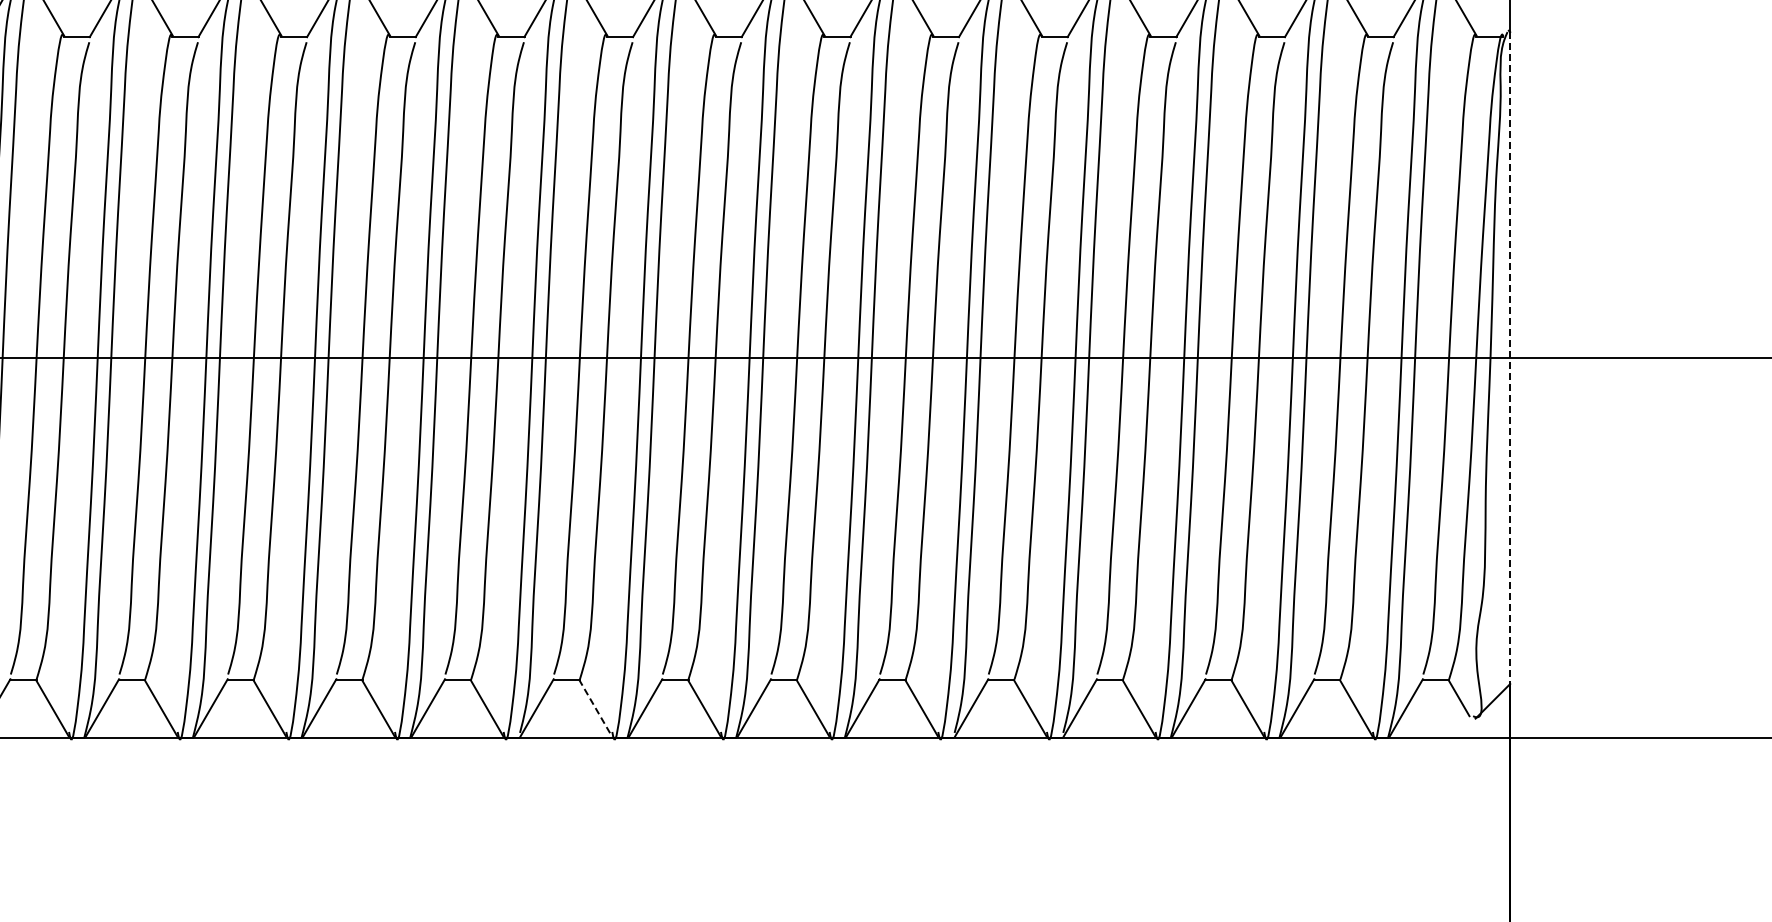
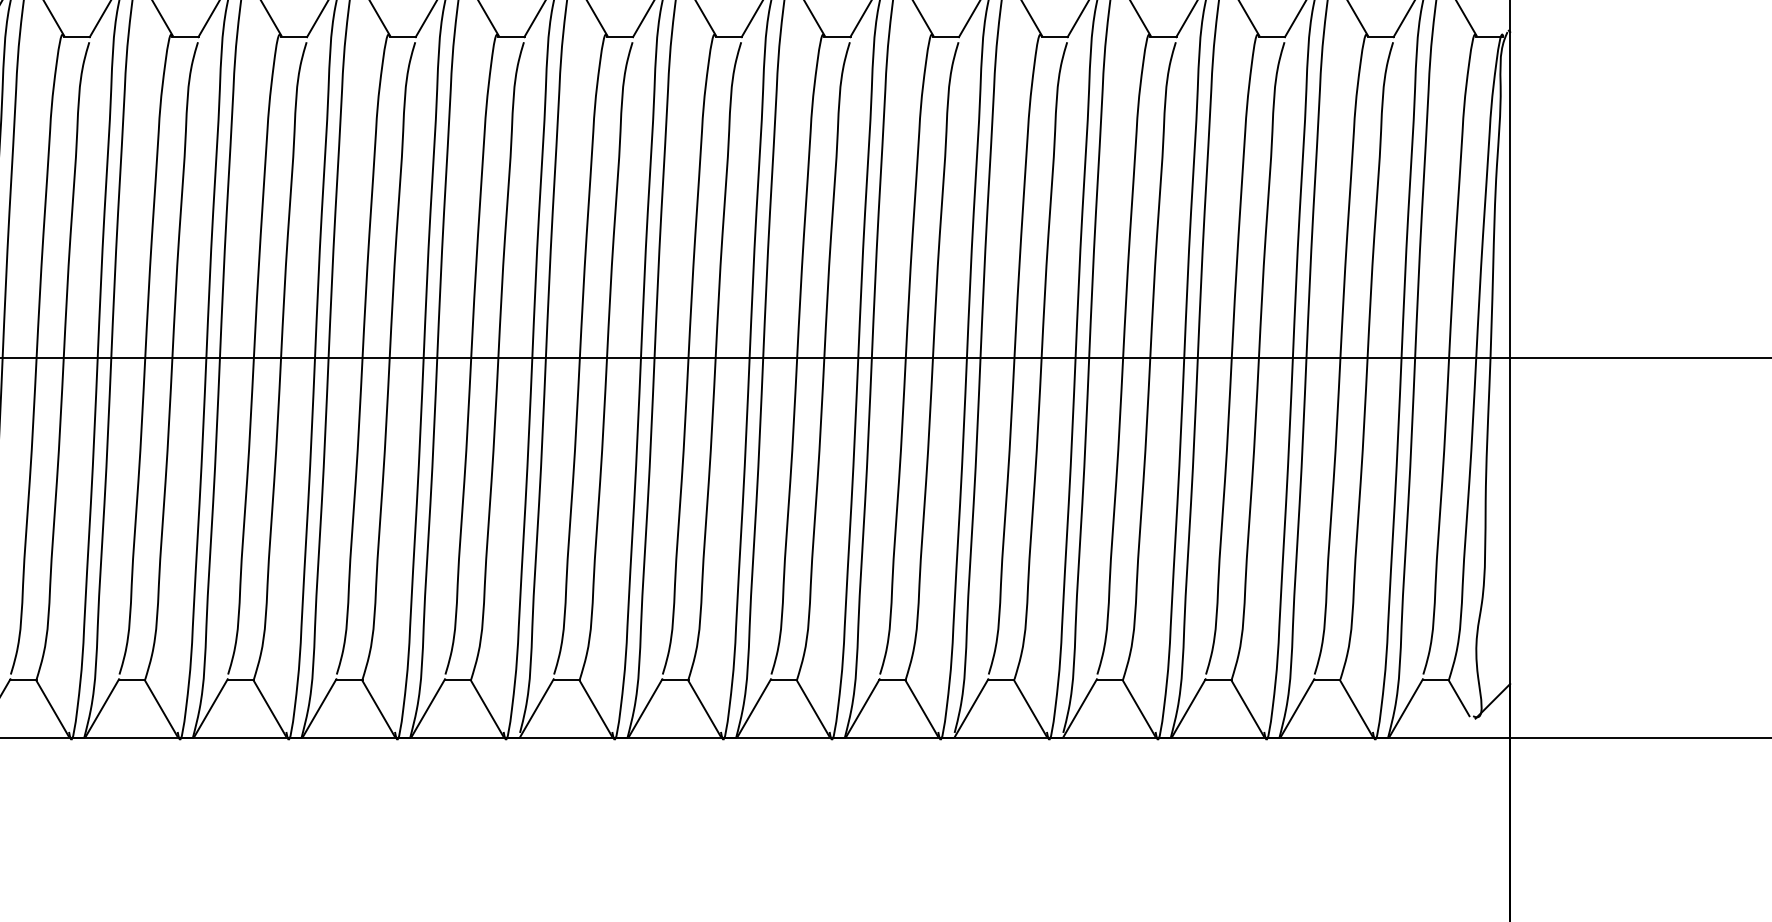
line at (1510, 358): dashed -> solid
line at (595, 708): dashed -> solid
